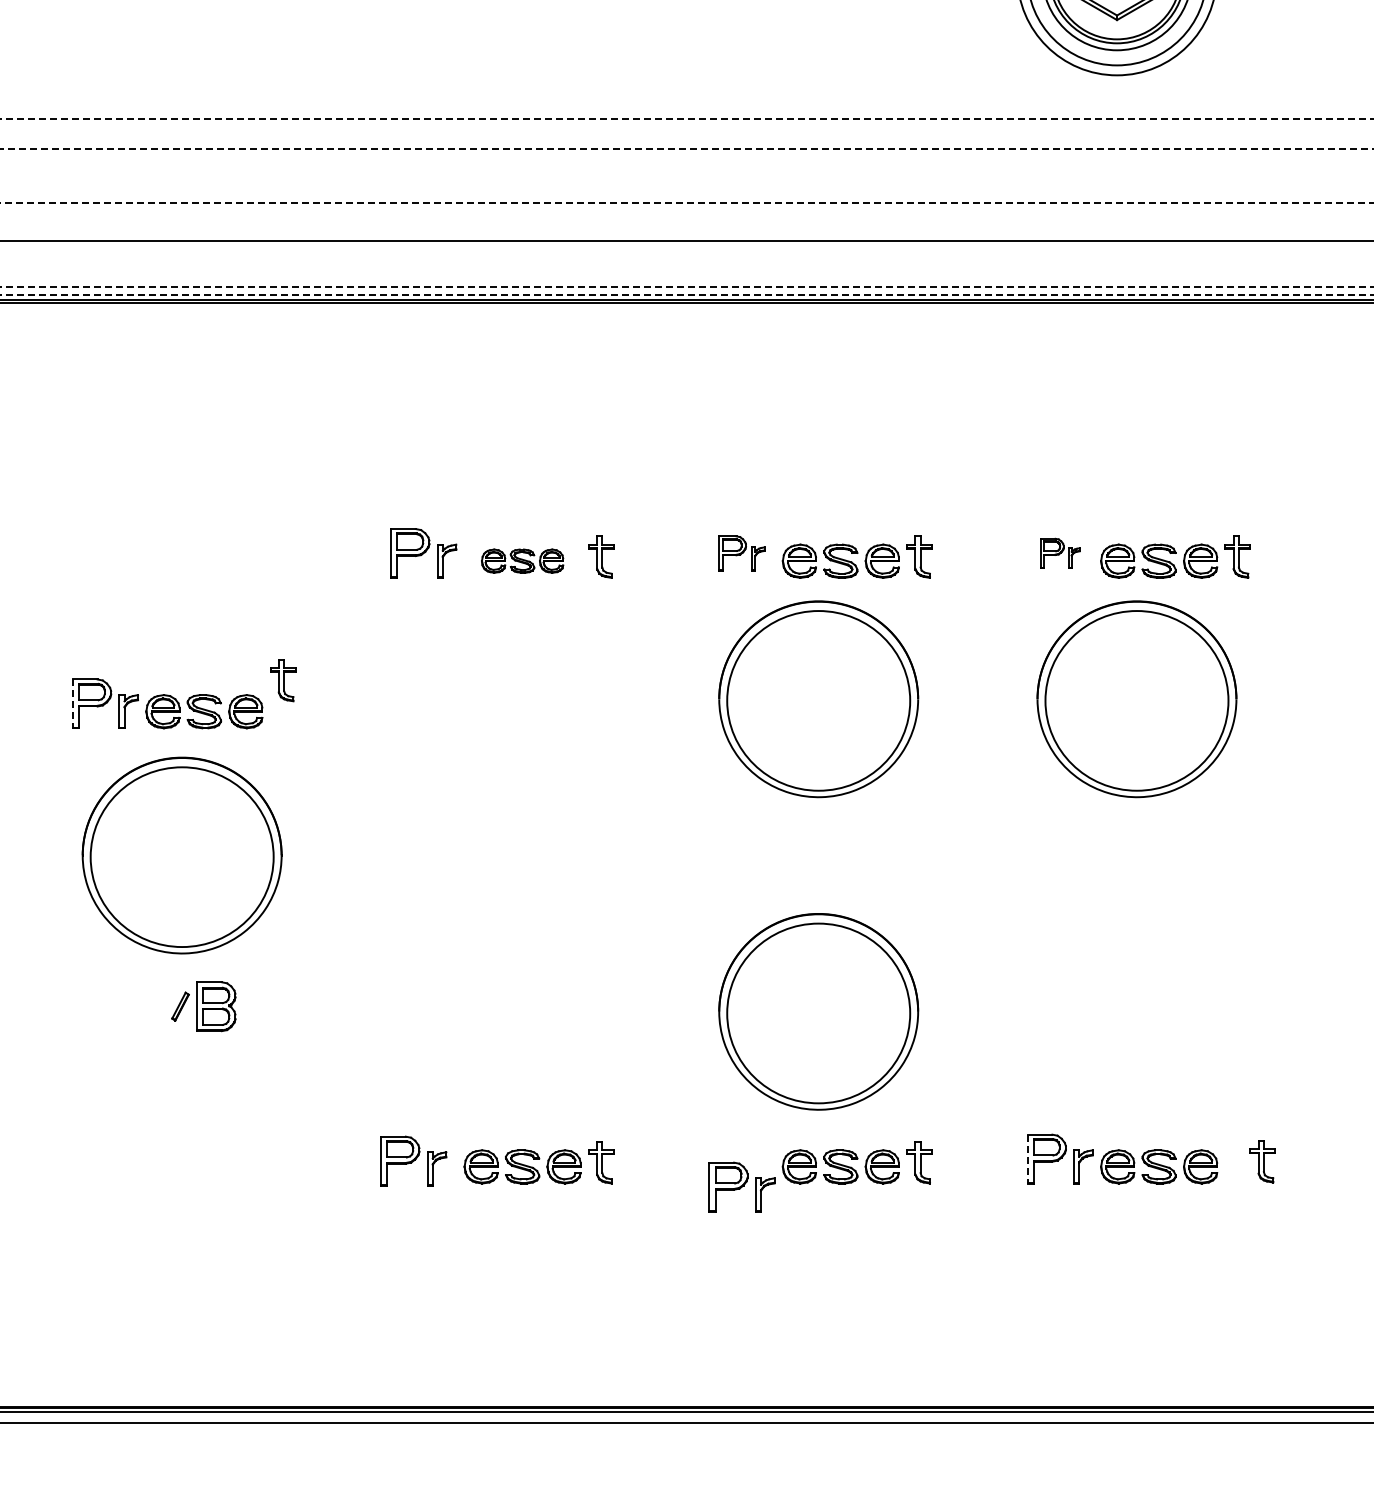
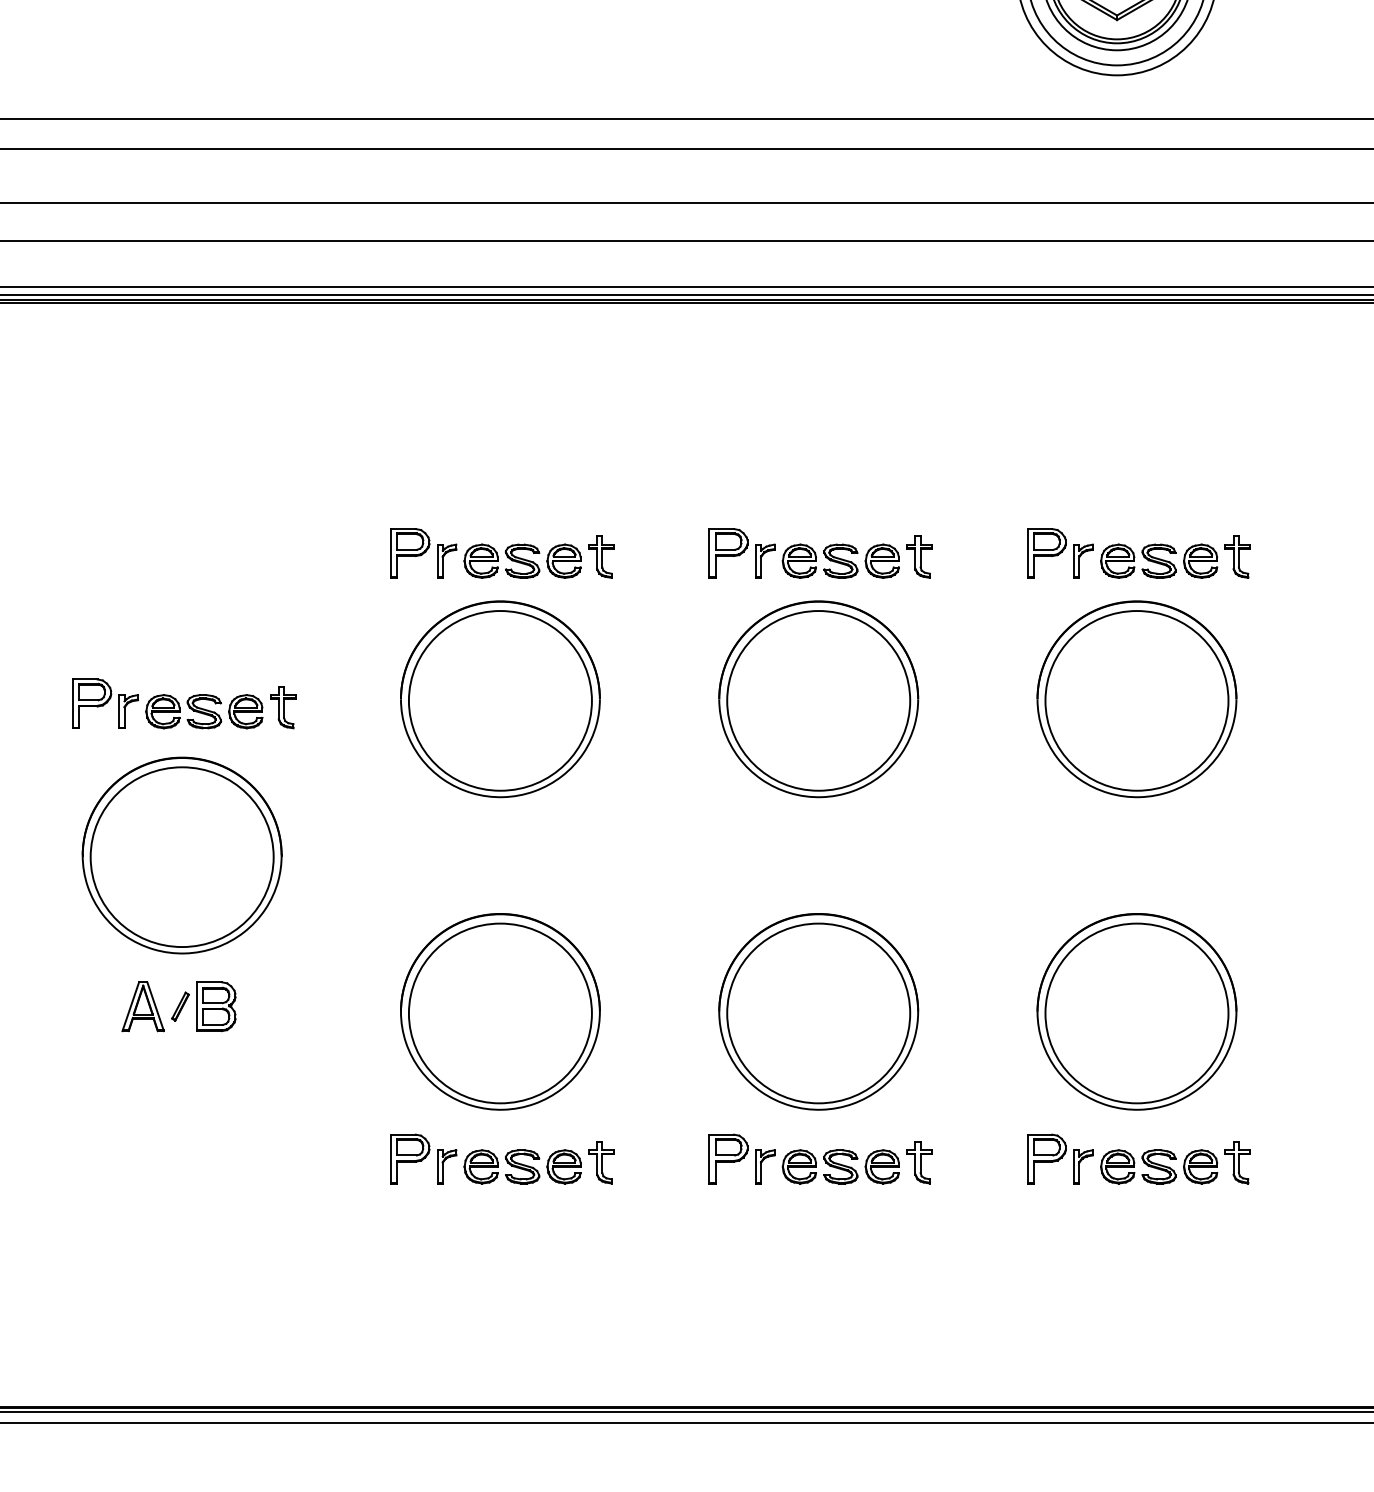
line at (687, 119): dashed -> solid
line at (686, 149): dashed -> solid
line at (686, 202): dashed -> solid
line at (687, 286): dashed -> solid
line at (687, 294): dashed -> solid
part at (1060, 552) size: 41x32 px -> 67x51 px
part at (741, 553) size: 48x37 px -> 68x51 px
part at (522, 560) size: 84x26 px -> 119x36 px
part at (283, 680) position: (283, 680) -> (283, 707)
part at (500, 699): none -> present
line at (72, 704): dashed -> solid
part at (142, 1006): none -> present
part at (500, 1011): none -> present
part at (1136, 1011): none -> present
line at (1027, 1159): dashed -> solid
part at (413, 1160) position: (413, 1160) -> (423, 1158)
part at (1262, 1161) position: (1262, 1161) -> (1237, 1162)
part at (741, 1186) position: (741, 1186) -> (741, 1158)
